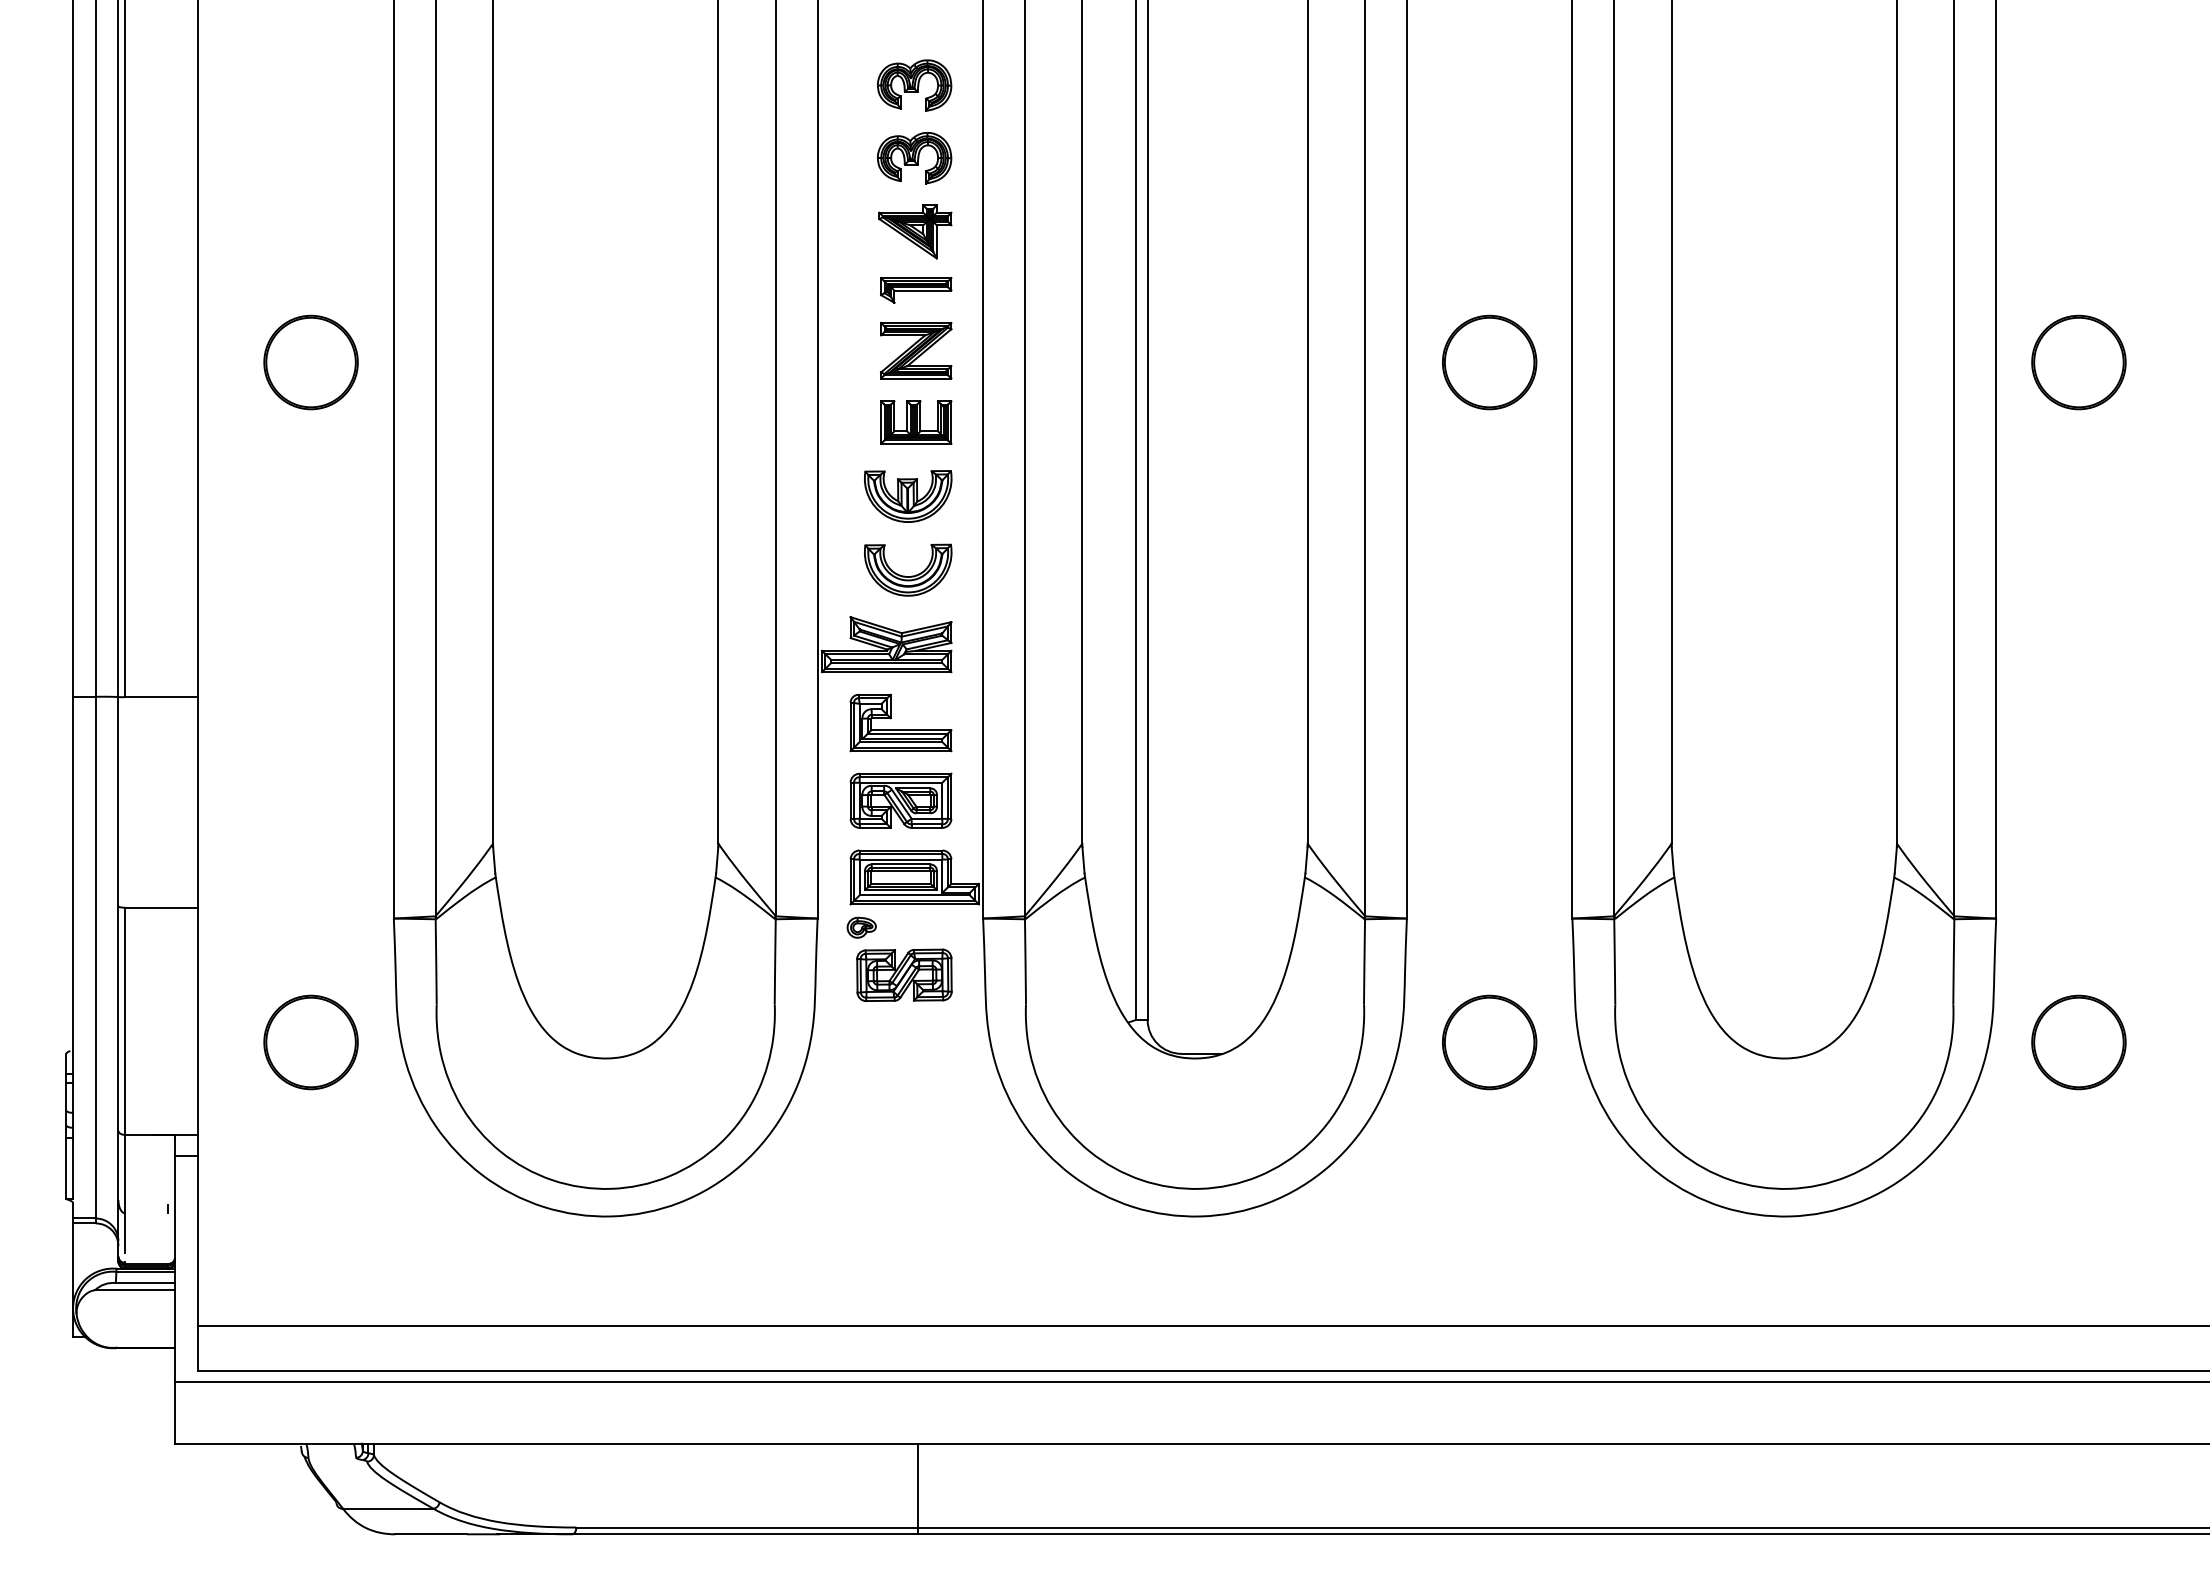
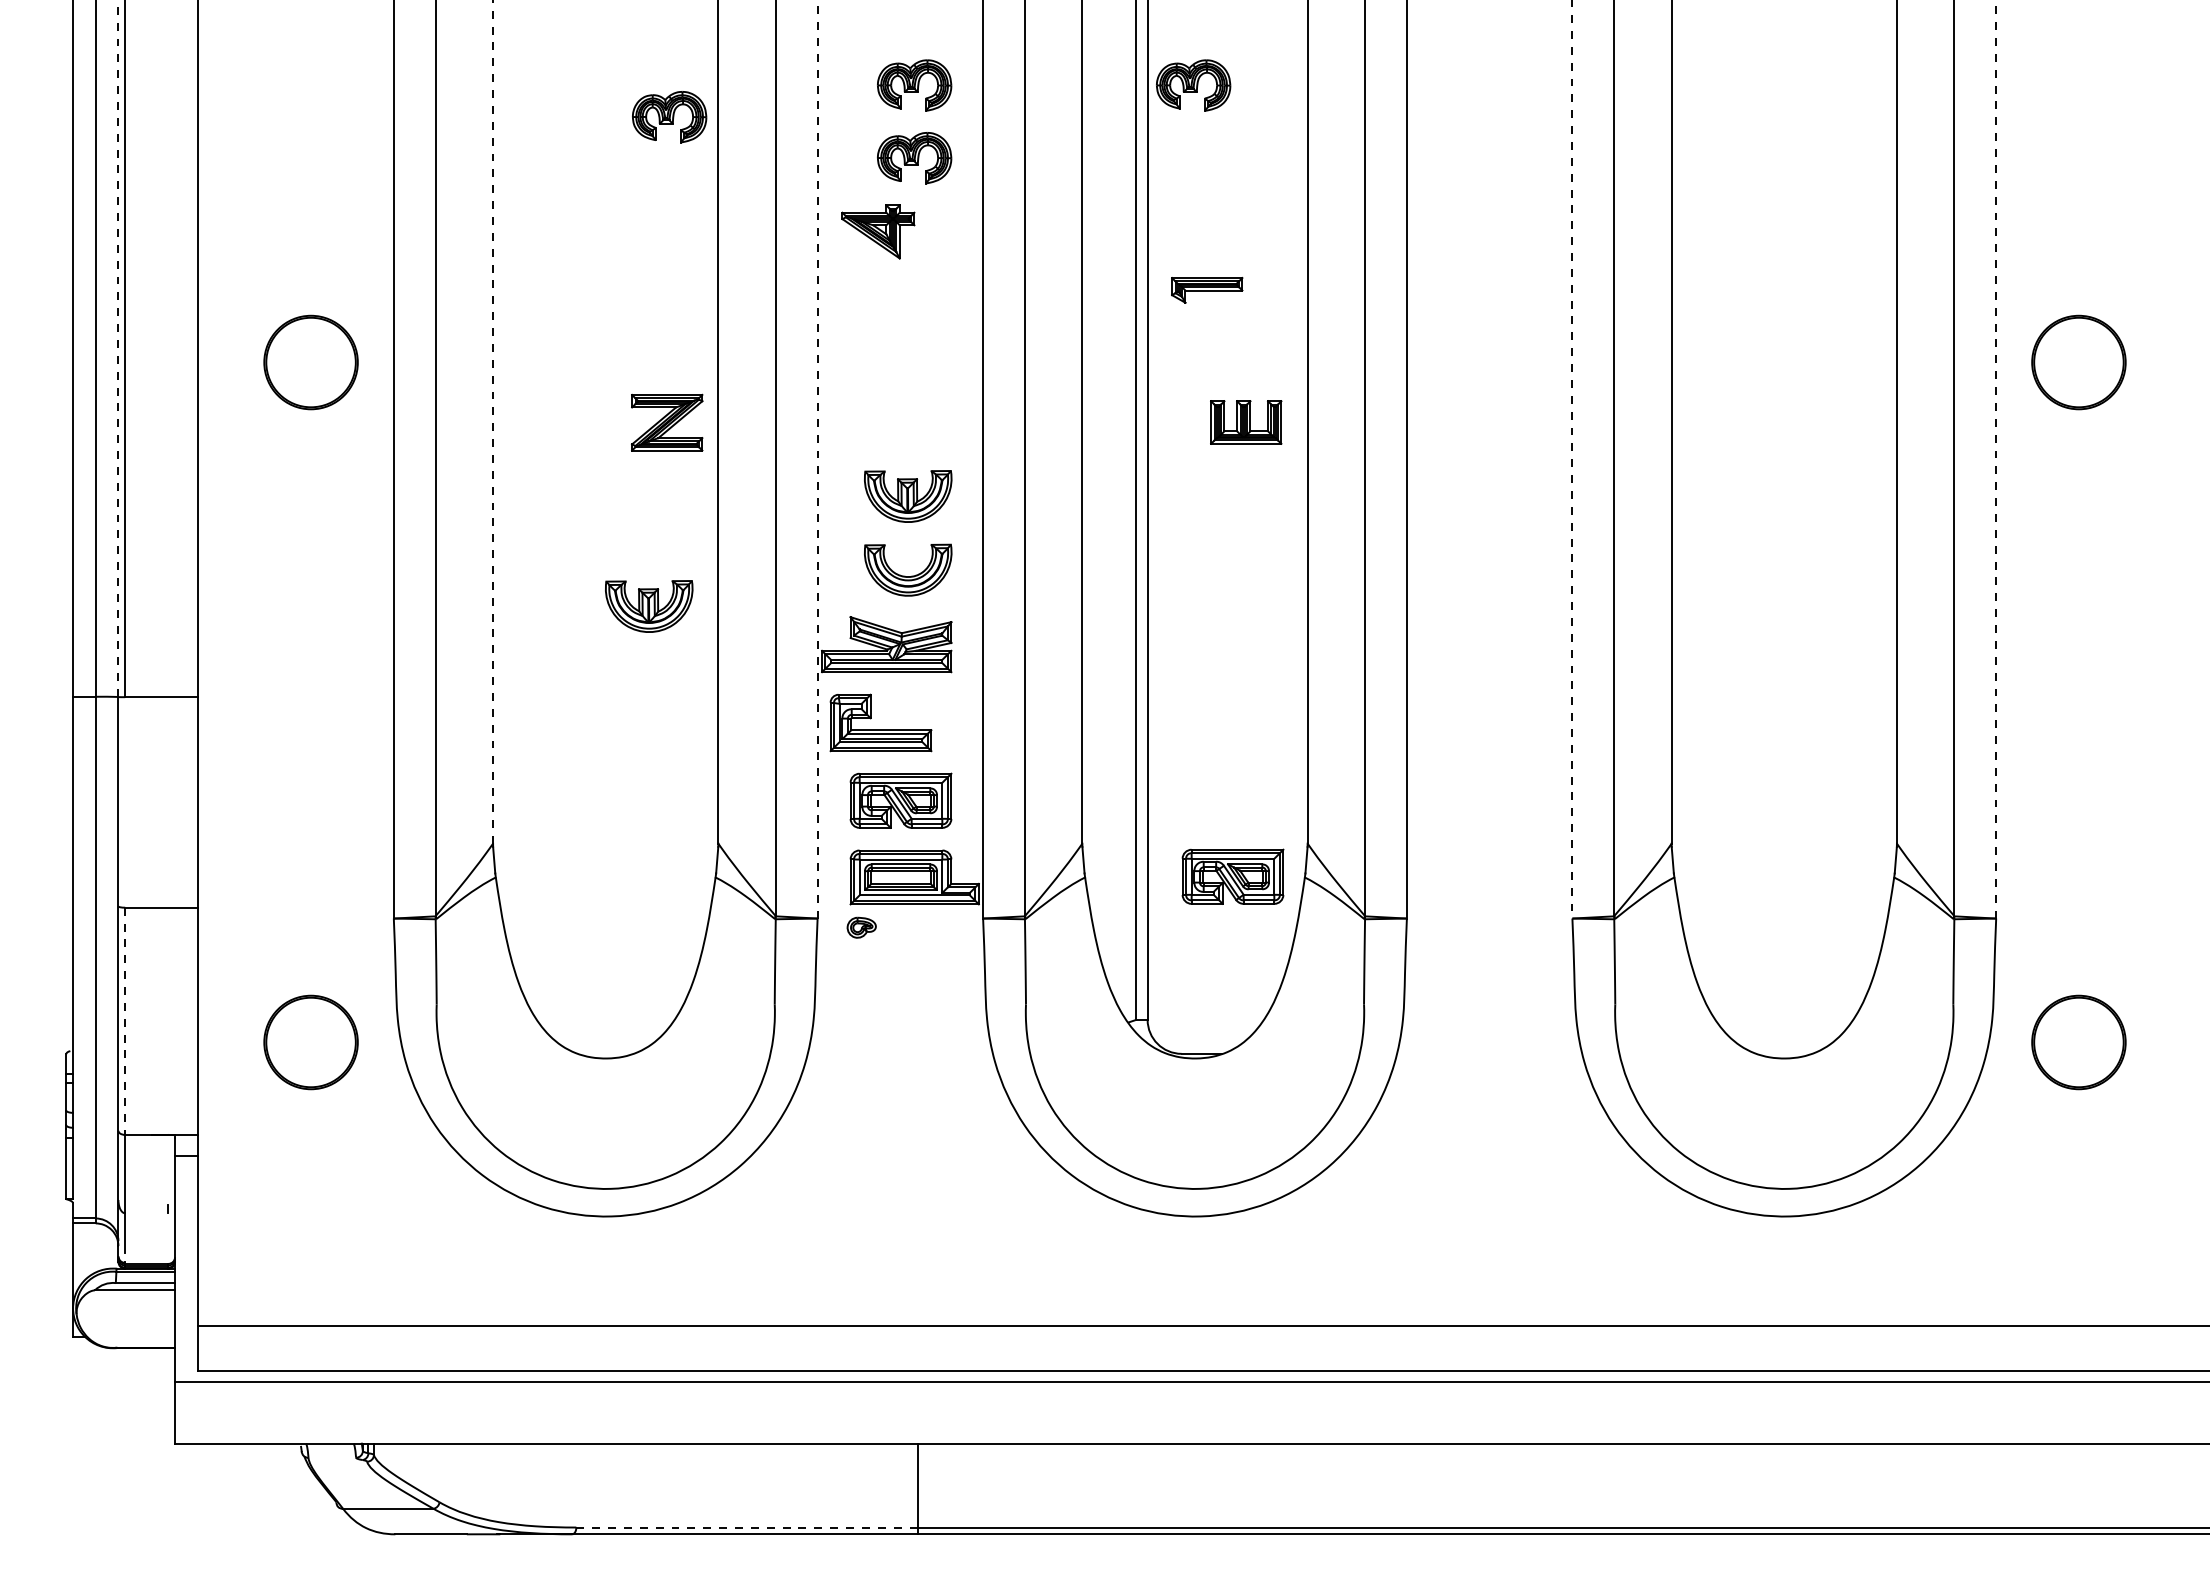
part at (1193, 85): none -> present
part at (669, 117): none -> present
part at (915, 231) position: (915, 231) -> (878, 231)
part at (916, 290) position: (916, 290) -> (1207, 290)
line at (118, 348): solid -> dashed
part at (916, 350) position: (916, 350) -> (667, 422)
part at (1489, 362): present -> none
line at (493, 421): solid -> dashed
part at (916, 422) position: (916, 422) -> (1246, 422)
line at (817, 459): solid -> dashed
line at (1572, 459): solid -> dashed
line at (1996, 459): solid -> dashed
part at (649, 606): none -> present
part at (900, 729) position: (900, 729) -> (880, 729)
part at (1232, 876): none -> present
part at (904, 974): present -> none
line at (125, 1021): solid -> dashed
part at (1489, 1042): present -> none
line at (747, 1527): solid -> dashed
